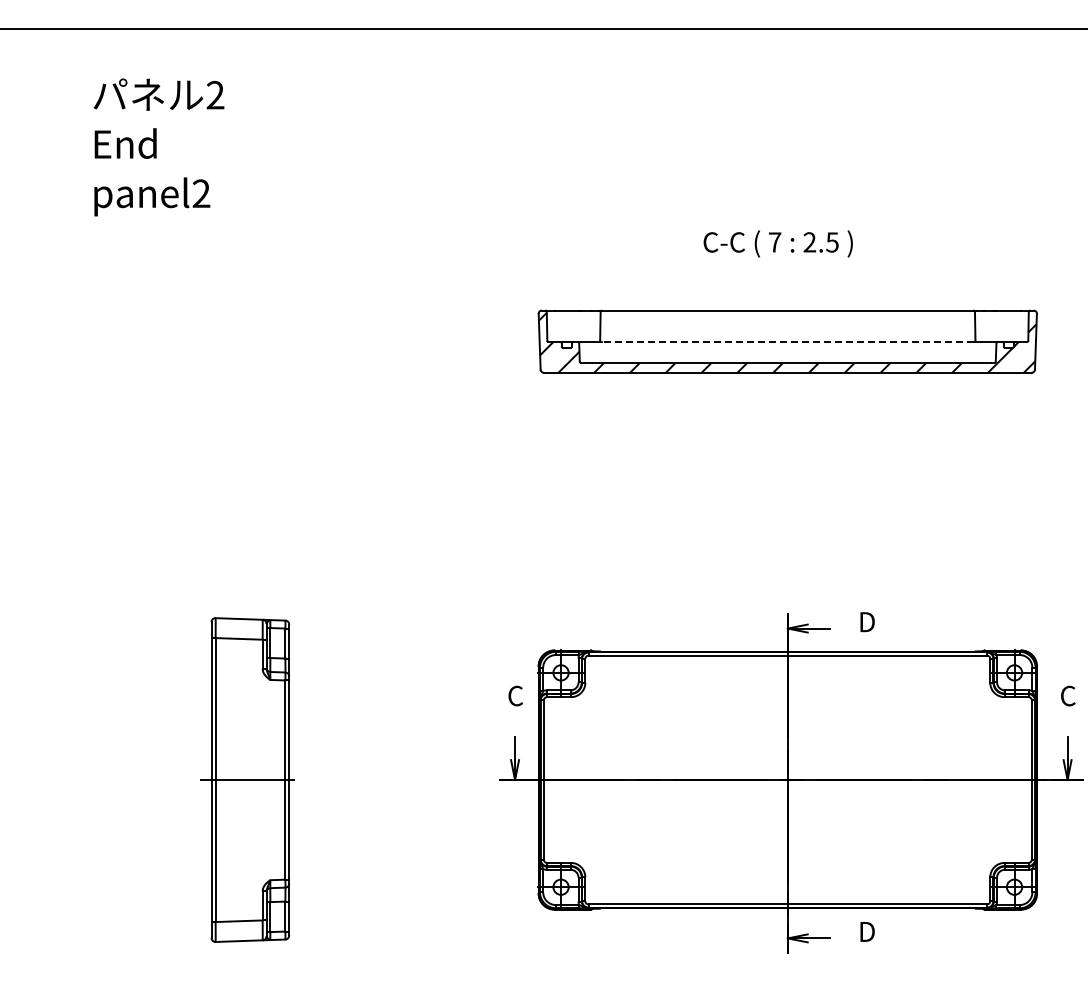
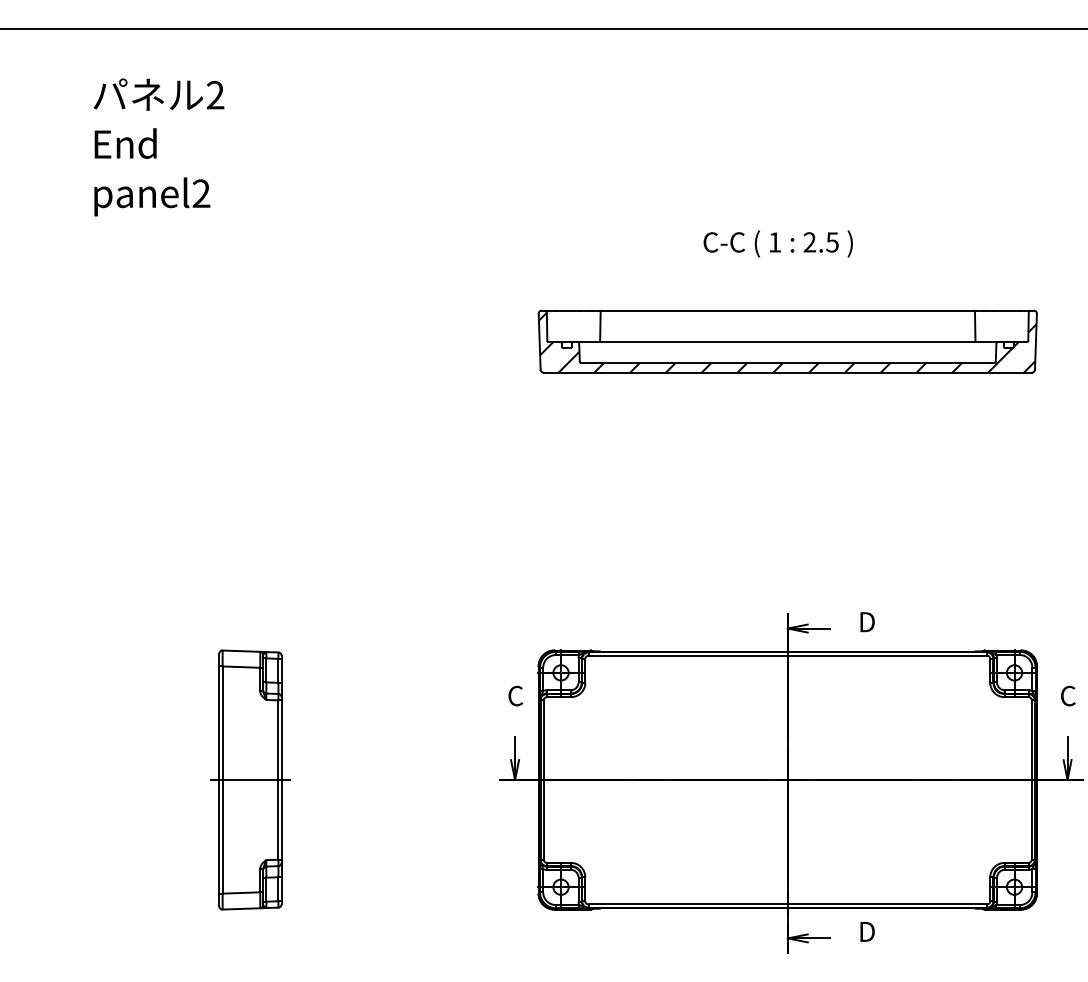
text at (775, 242): 7 -> 1
line at (787, 341): dashed -> solid
part at (247, 779) size: 95x326 px -> 81x262 px
